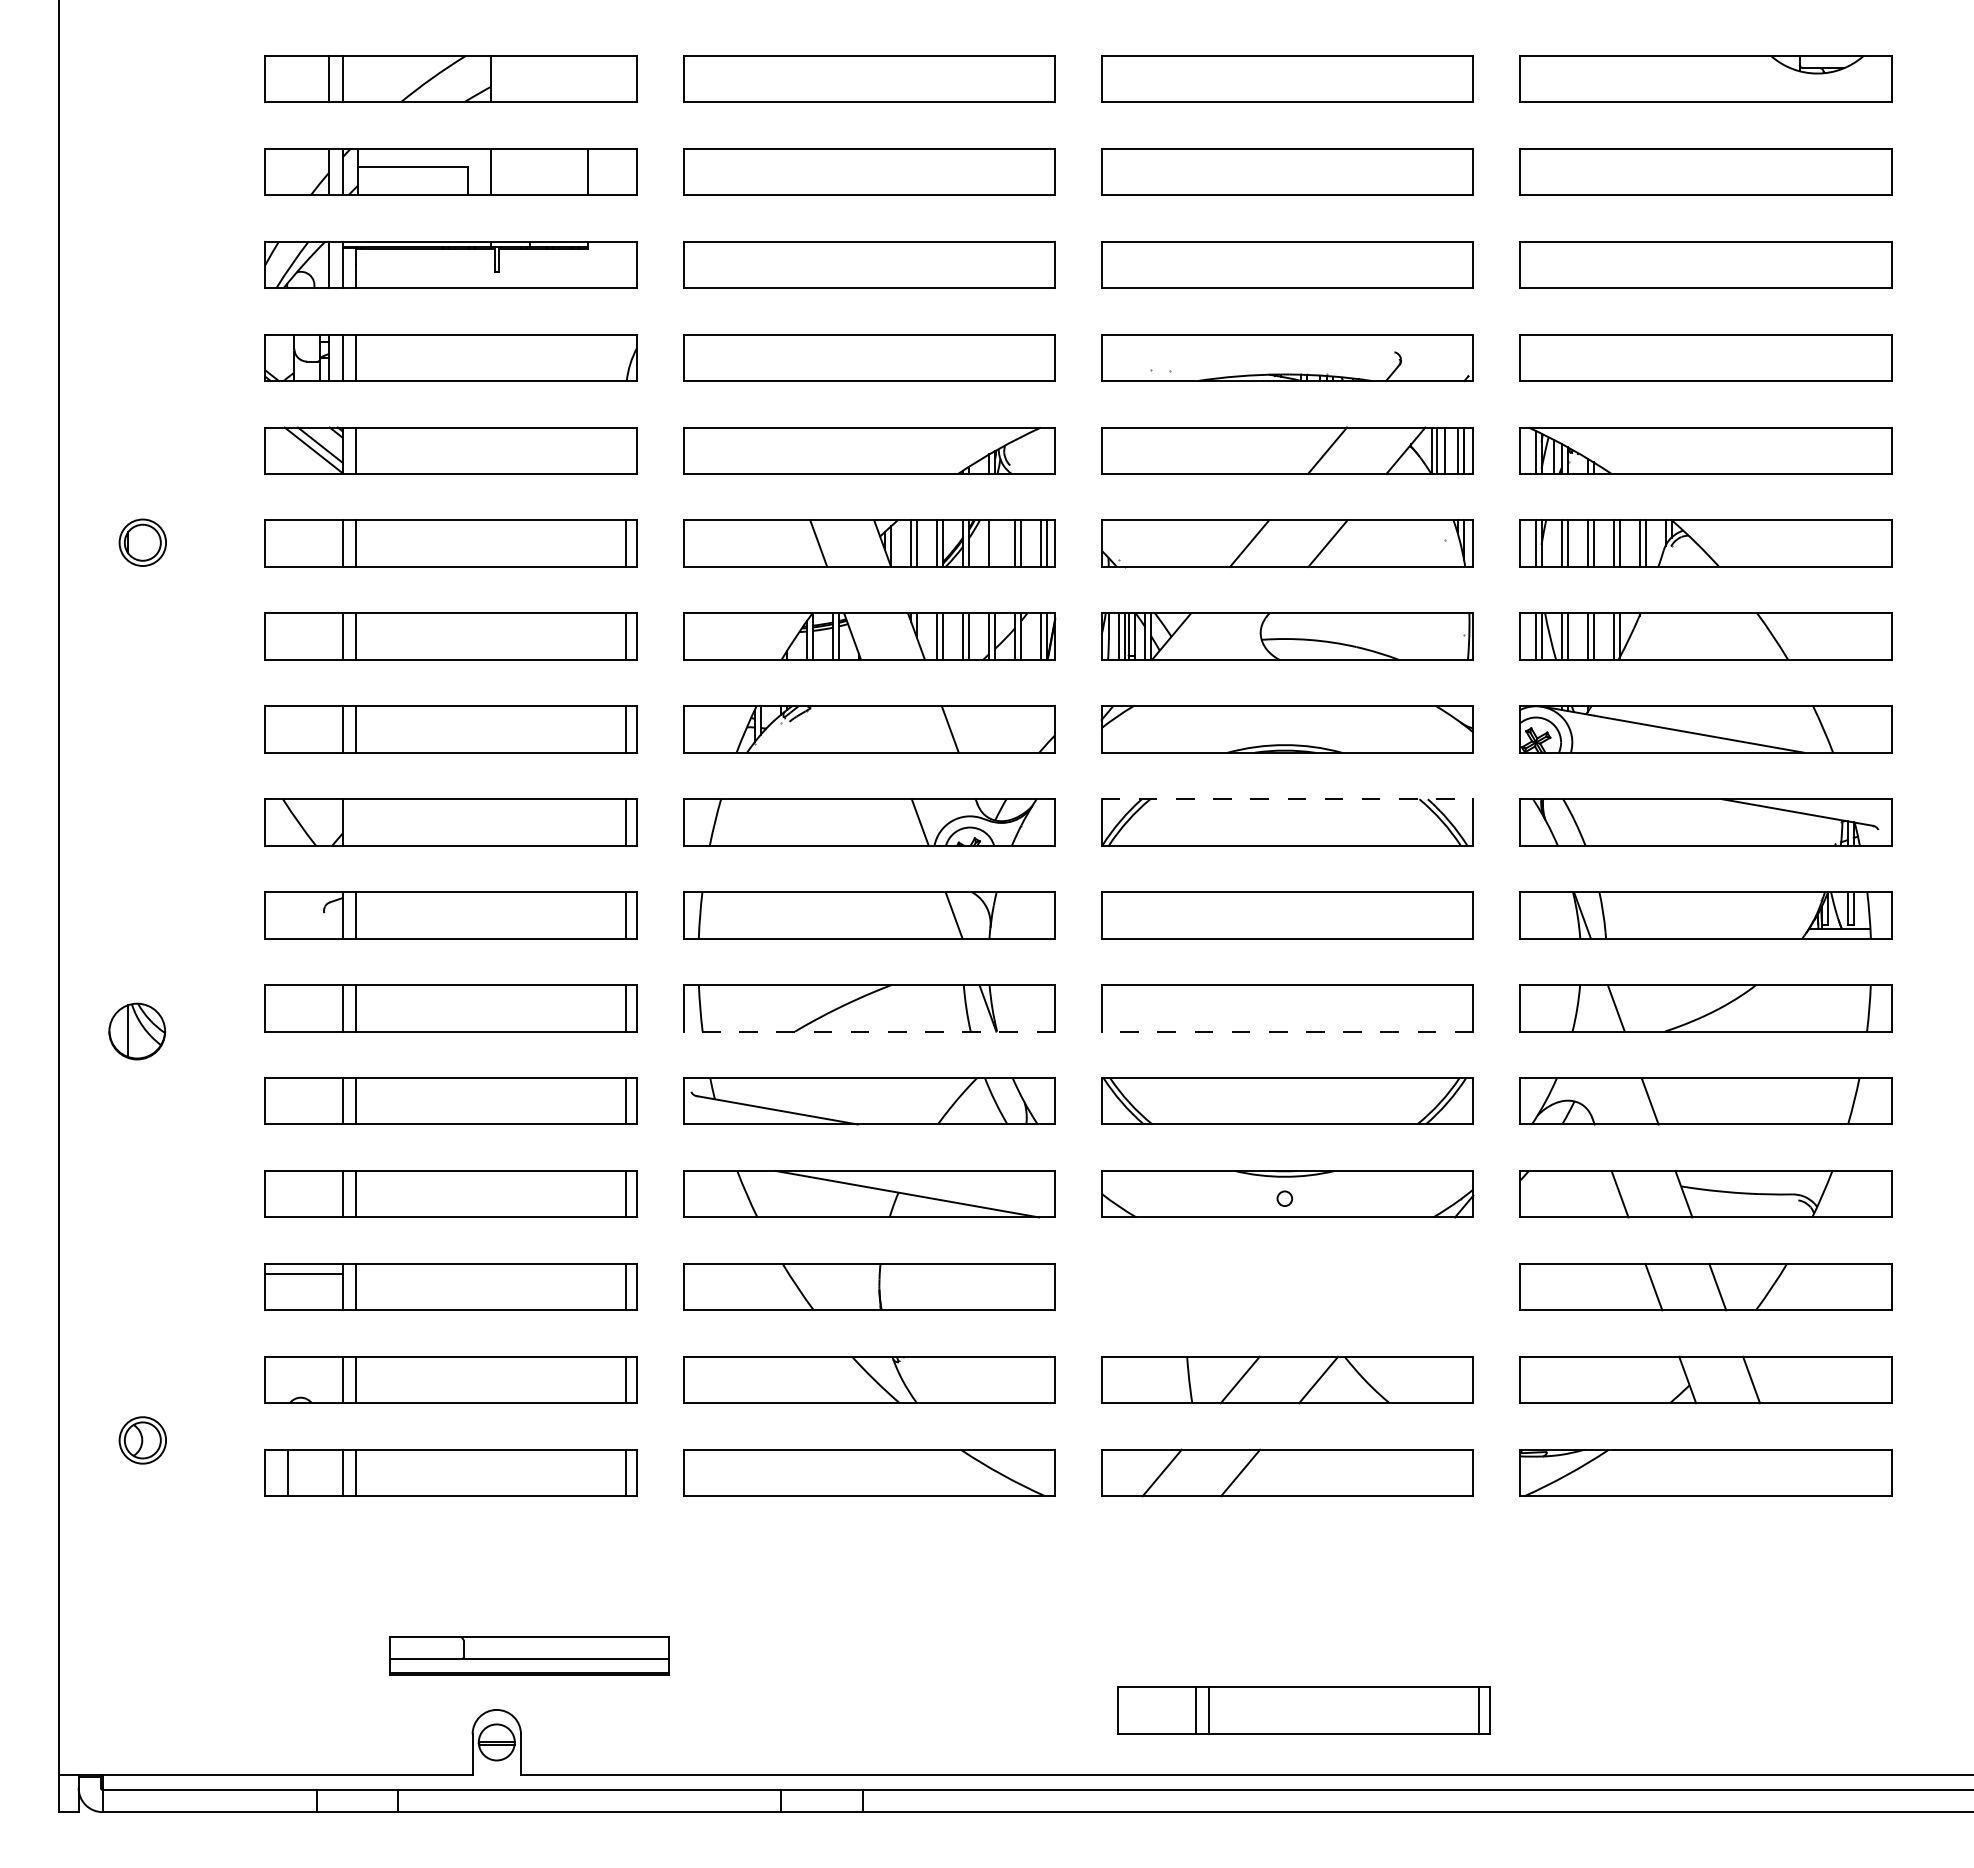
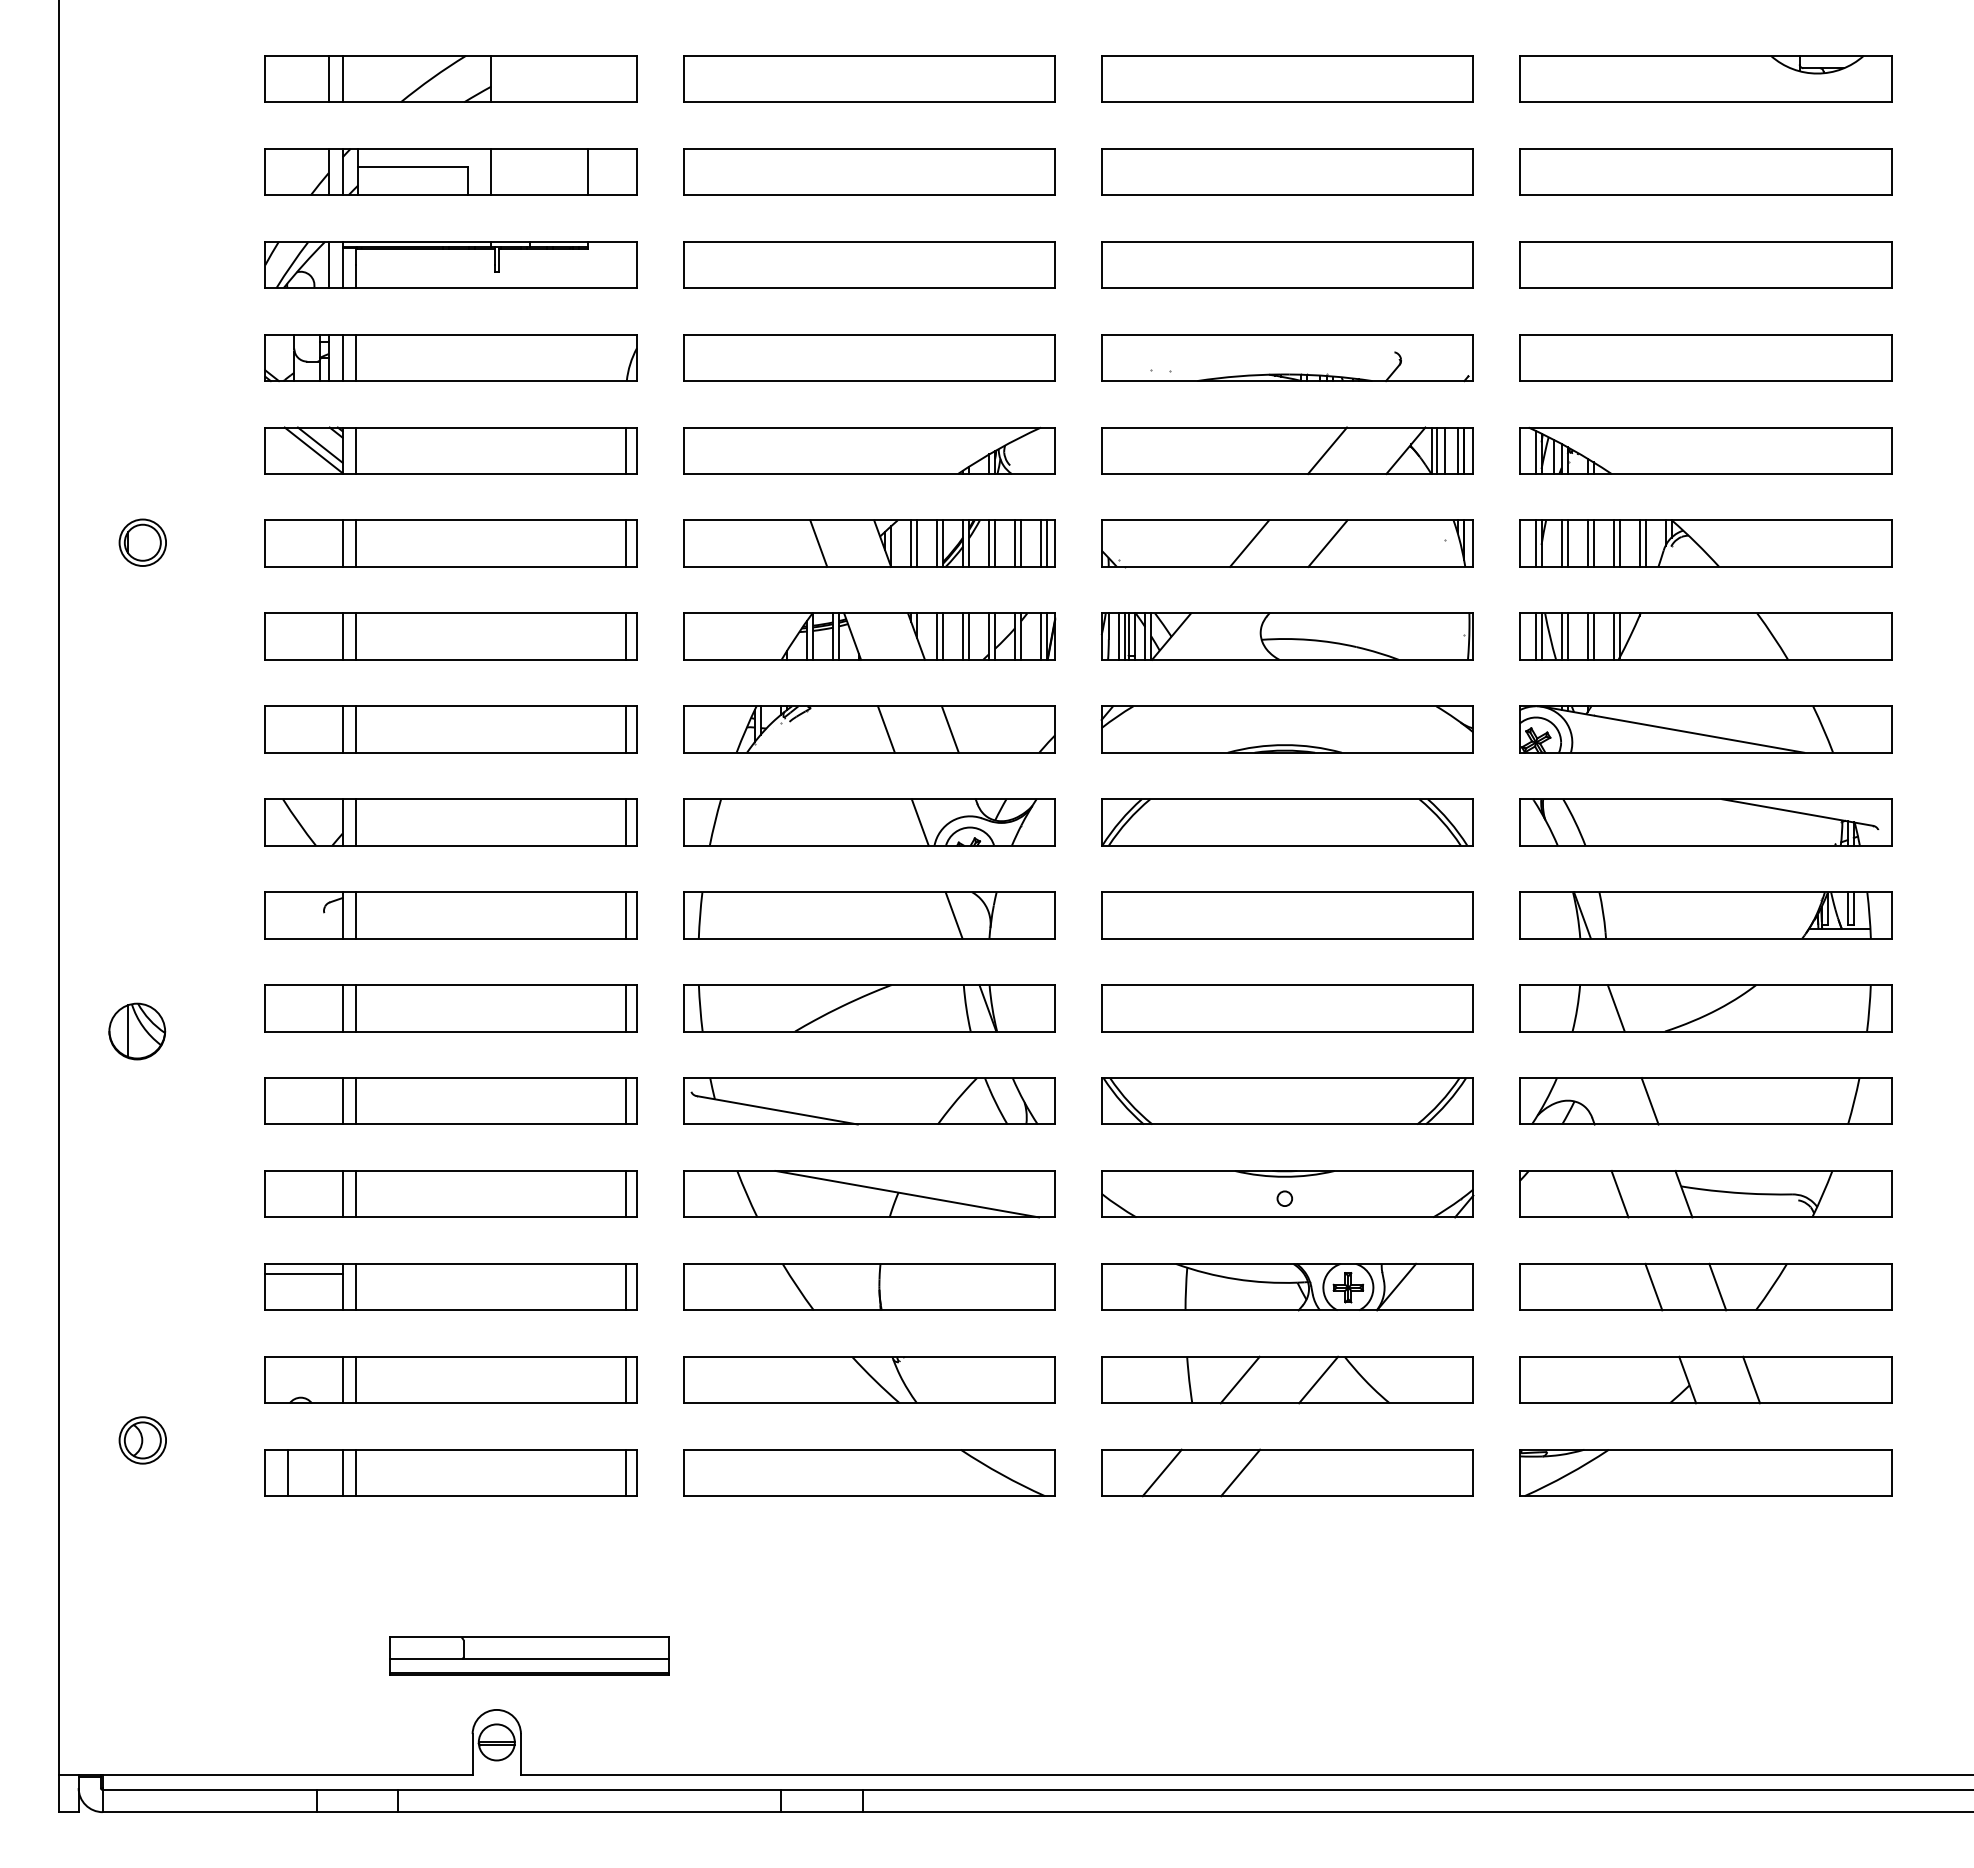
line at (626, 450): none -> present
line at (995, 543): none -> present
line at (885, 729): none -> present
line at (1287, 799): dashed -> solid
line at (355, 822): none -> present
line at (869, 1031): dashed -> solid
line at (1287, 1031): dashed -> solid
part at (1287, 1286): none -> present
part at (1303, 1710): present -> none
